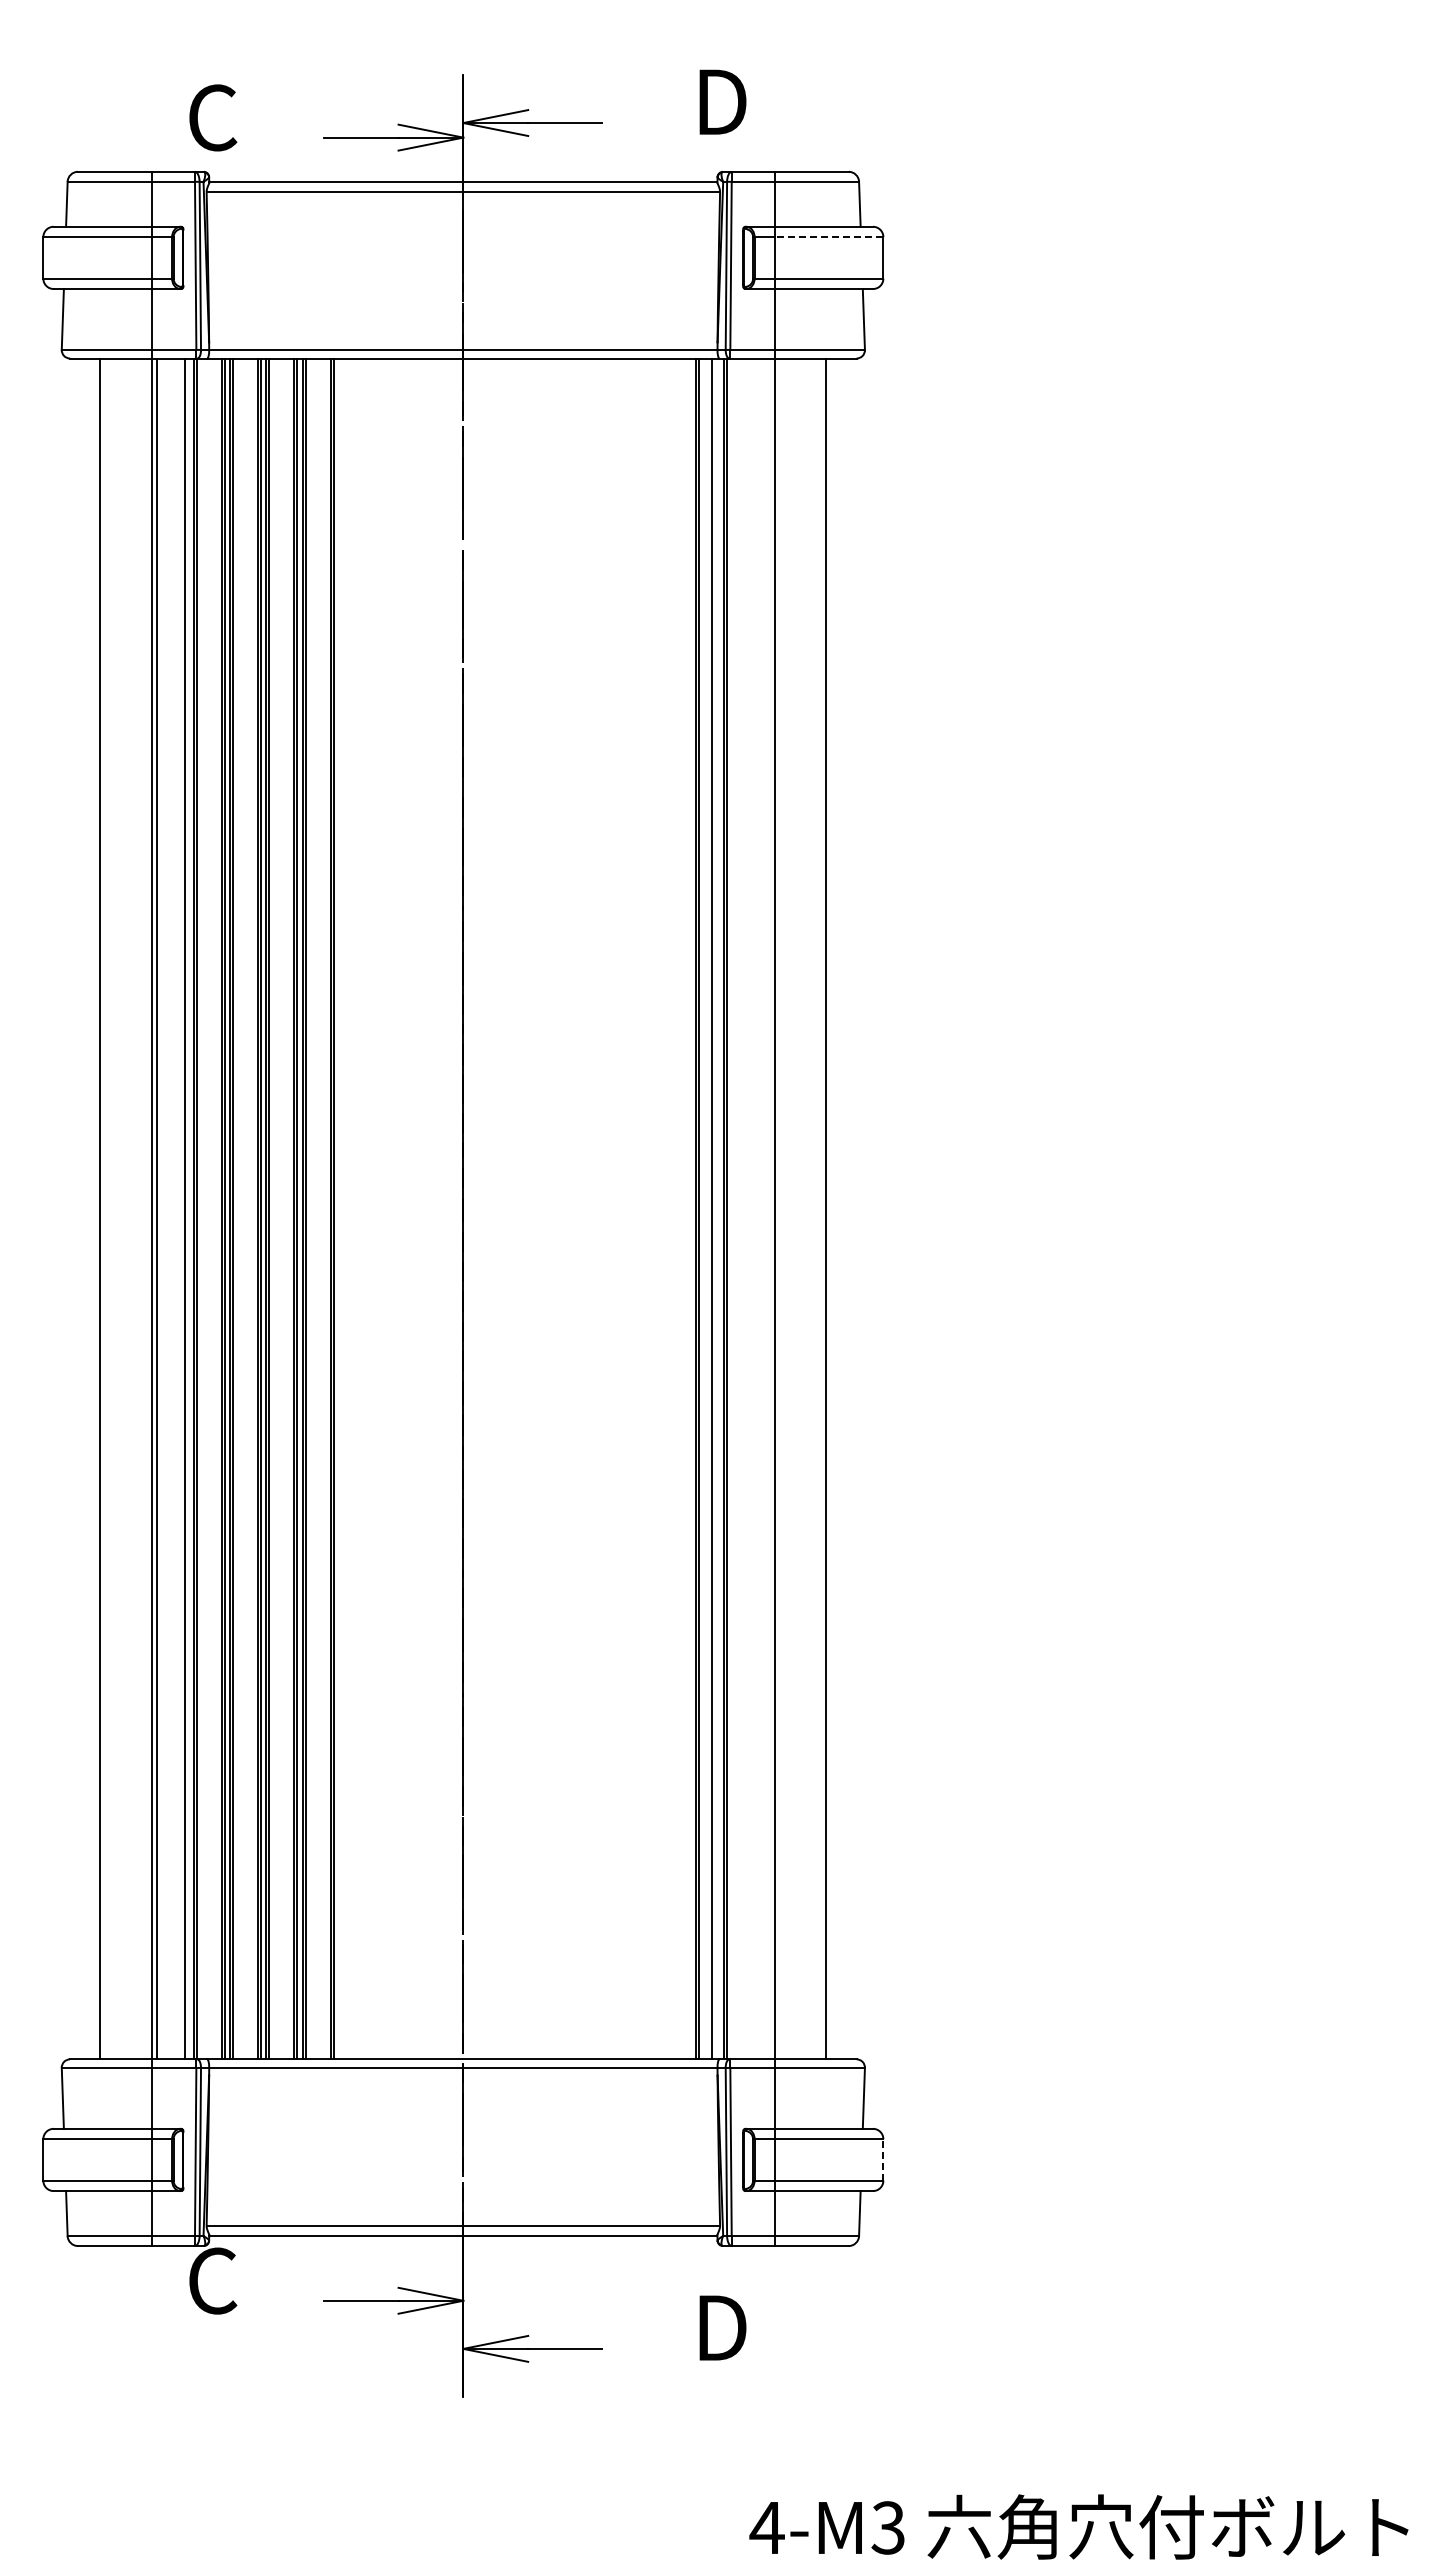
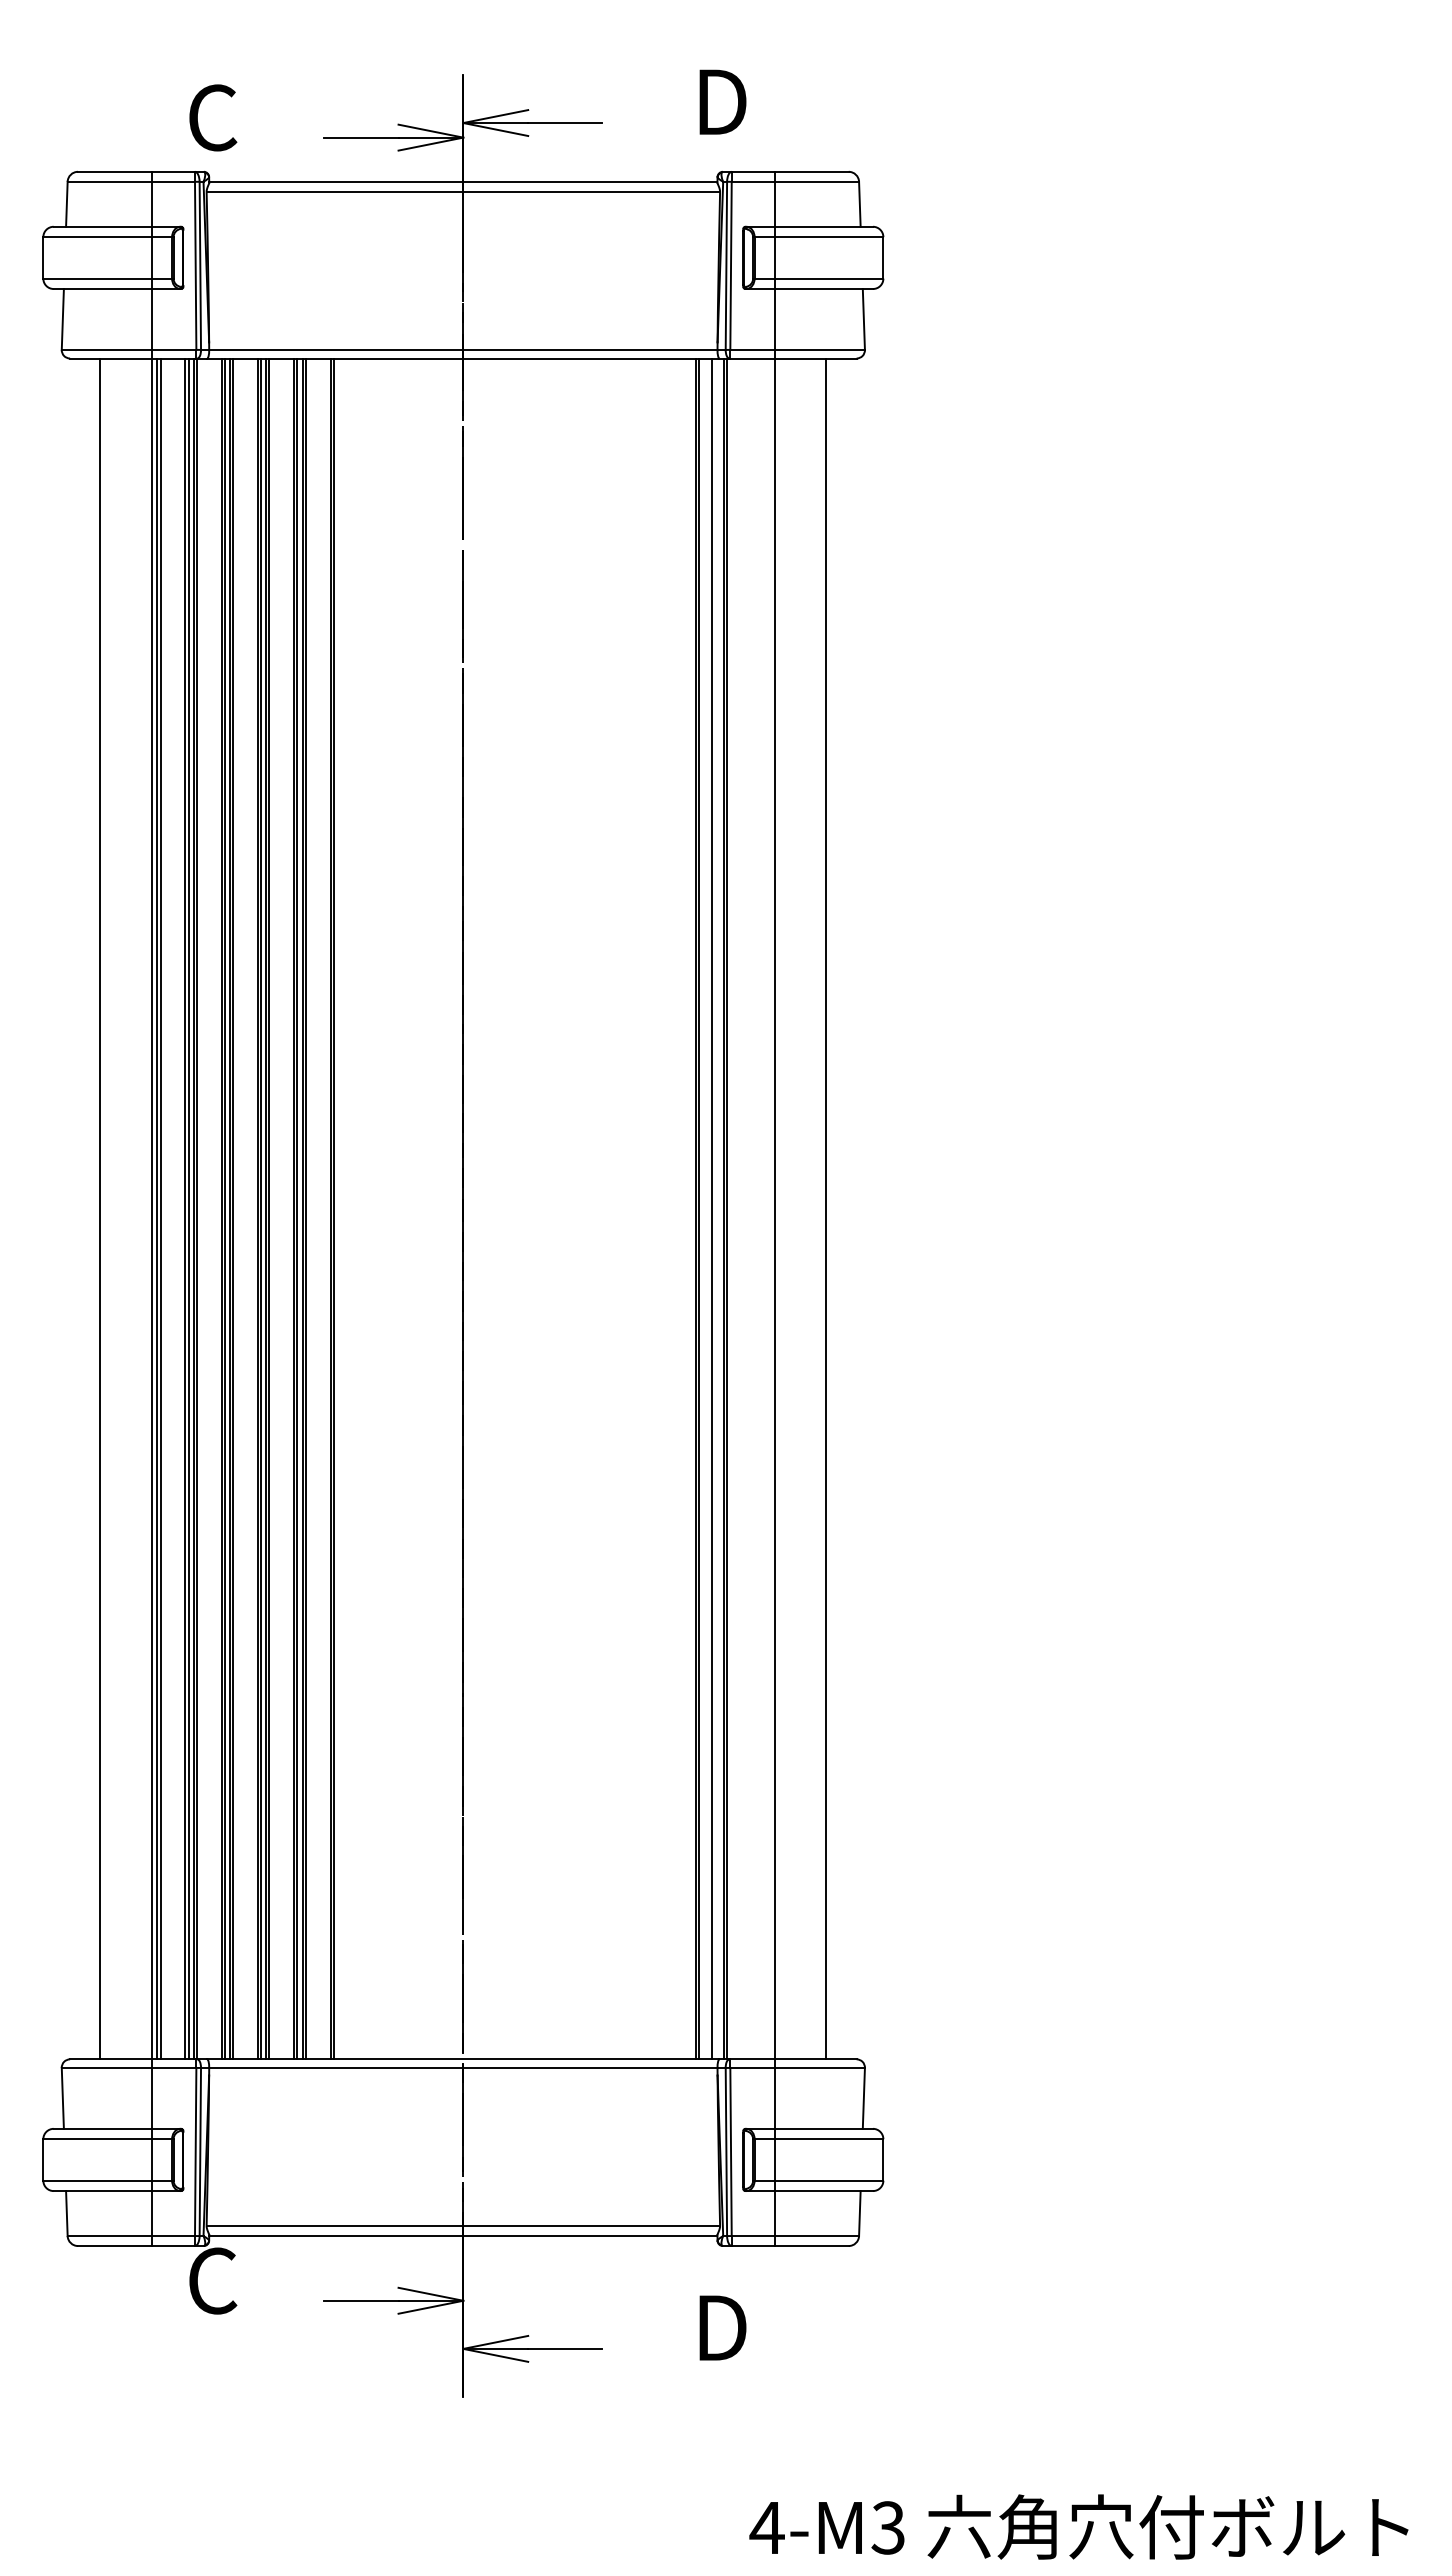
line at (828, 237): dashed -> solid
line at (160, 1208): none -> present
line at (188, 1208): none -> present
line at (883, 2159): dashed -> solid
